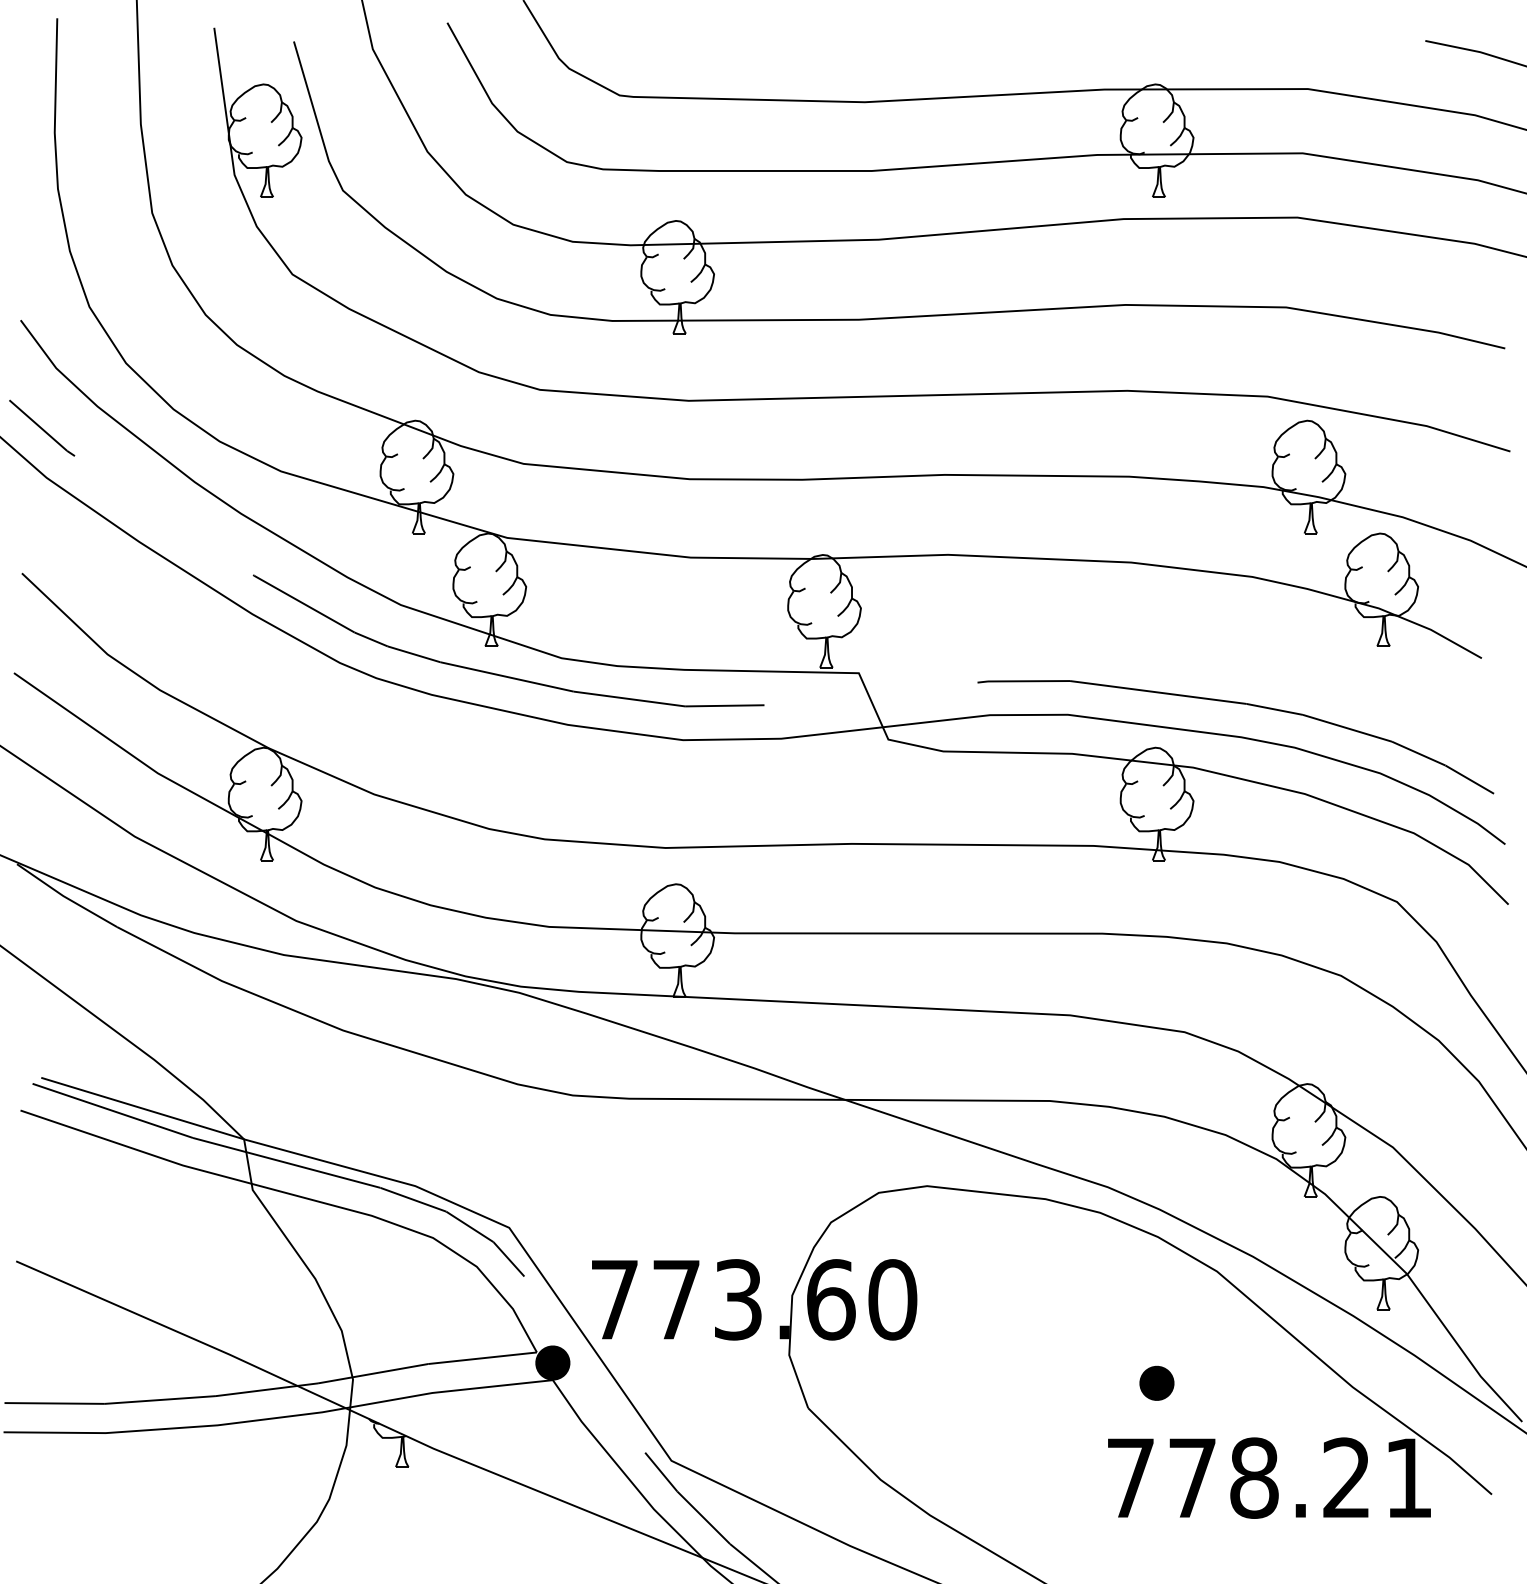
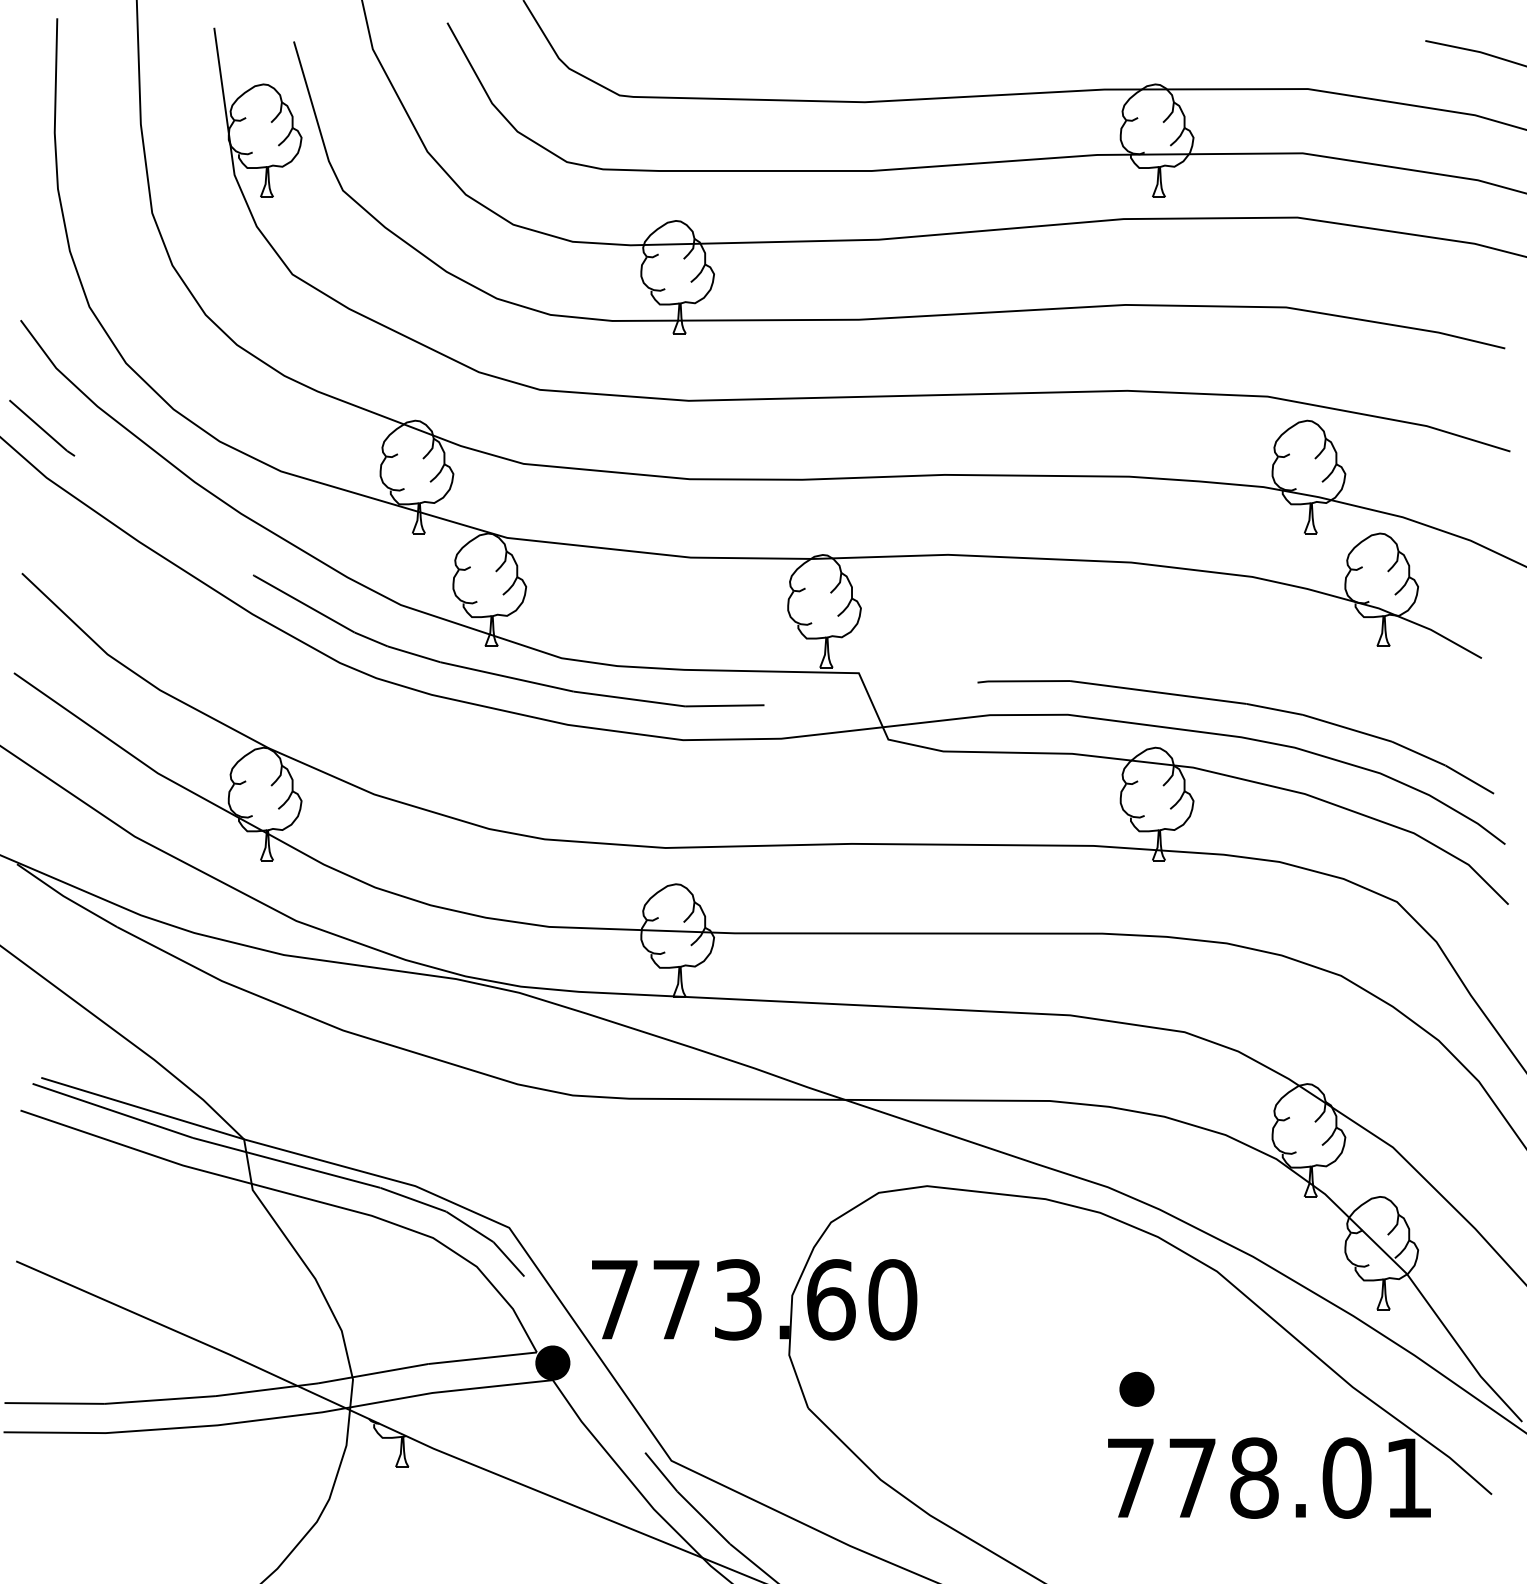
part at (1156, 1382) position: (1156, 1382) -> (1136, 1388)
text at (1346, 1477): 778.21 -> 778.01
